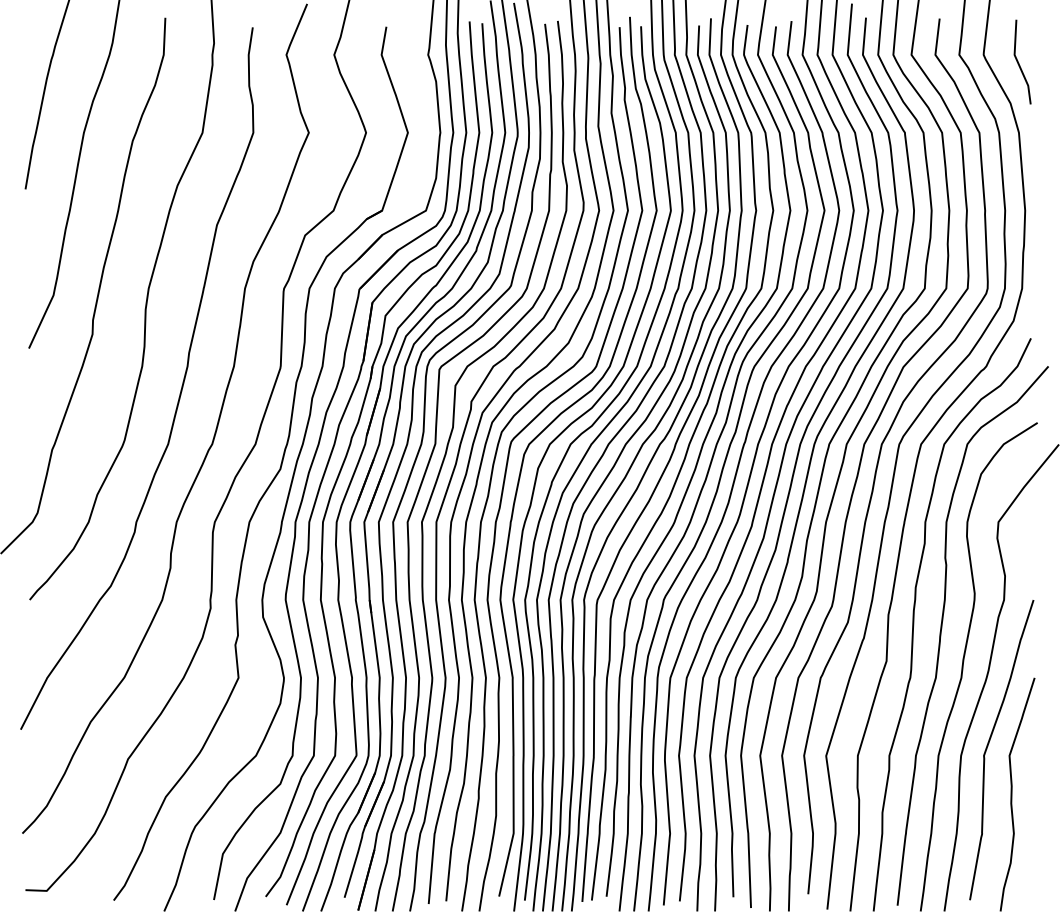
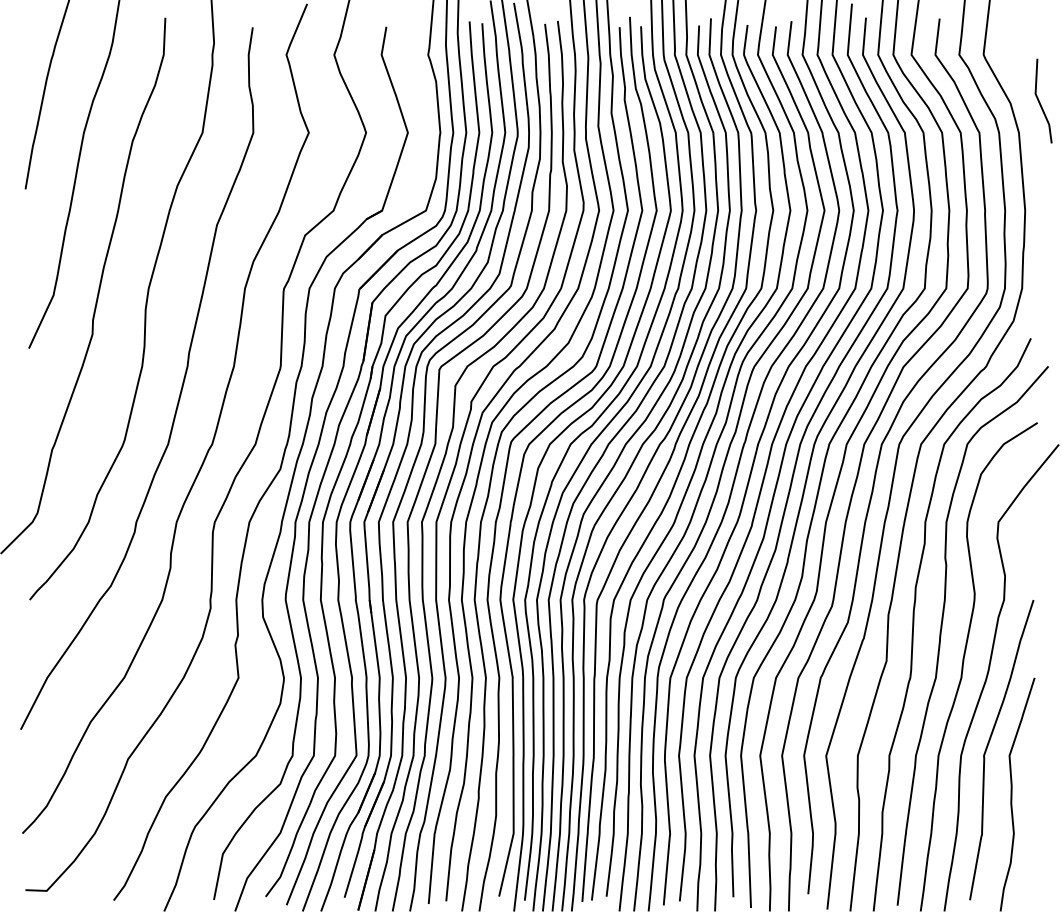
line at (1019, 63) position: (1019, 63) -> (1040, 102)
